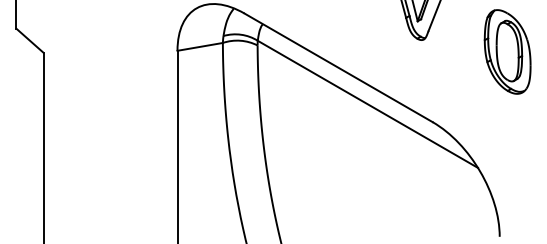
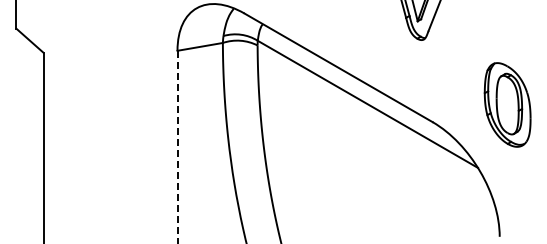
part at (507, 51) position: (507, 51) -> (507, 104)
line at (177, 147): solid -> dashed
